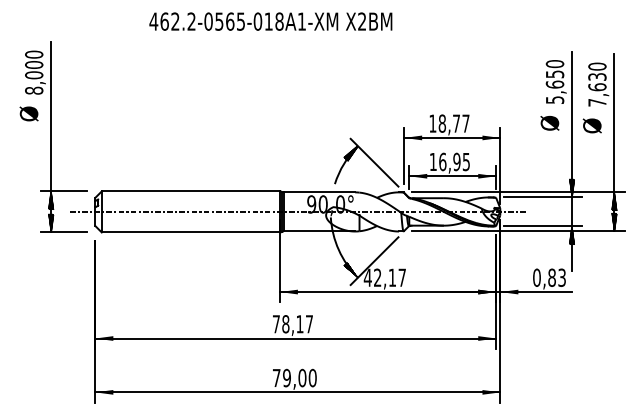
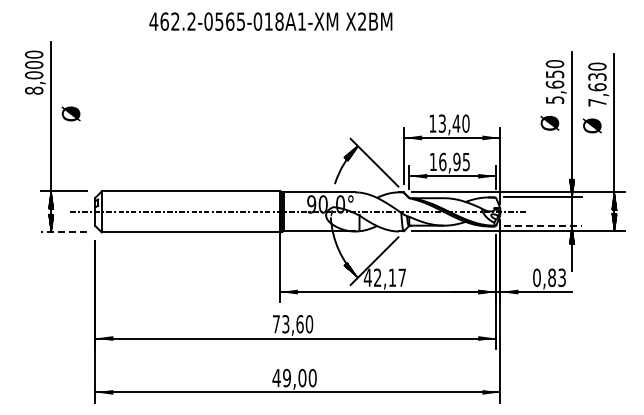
text at (28, 113) position: (28, 113) -> (70, 113)
text at (453, 123): 18,77 -> 13,40
line at (543, 226): solid -> dashed
line at (63, 232): solid -> dashed
text at (297, 324): 78,17 -> 73,60
text at (276, 377): 79,00 -> 49,00
